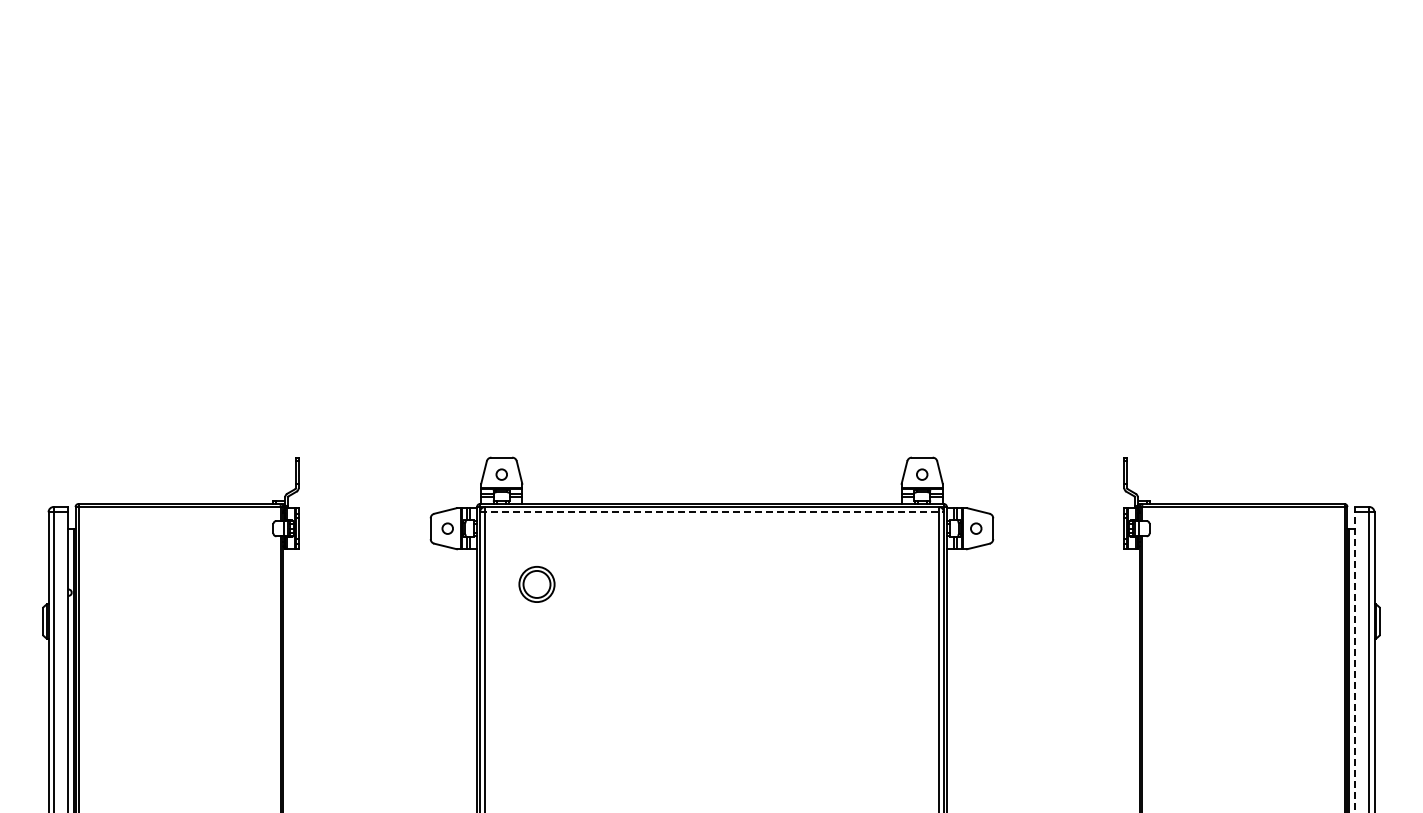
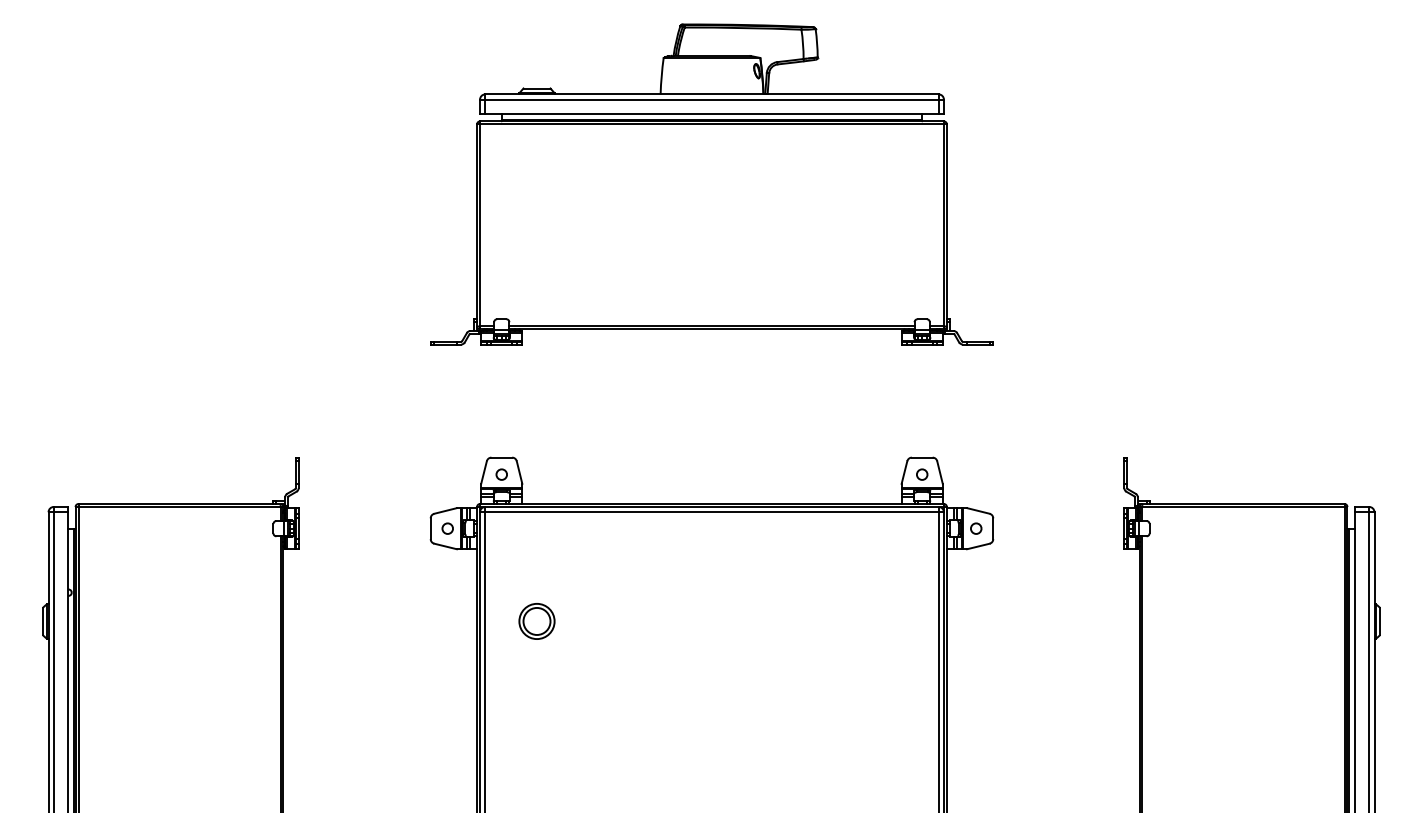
part at (711, 184): none -> present
line at (712, 512): dashed -> solid
part at (536, 584) position: (536, 584) -> (536, 621)
line at (1355, 659): dashed -> solid
